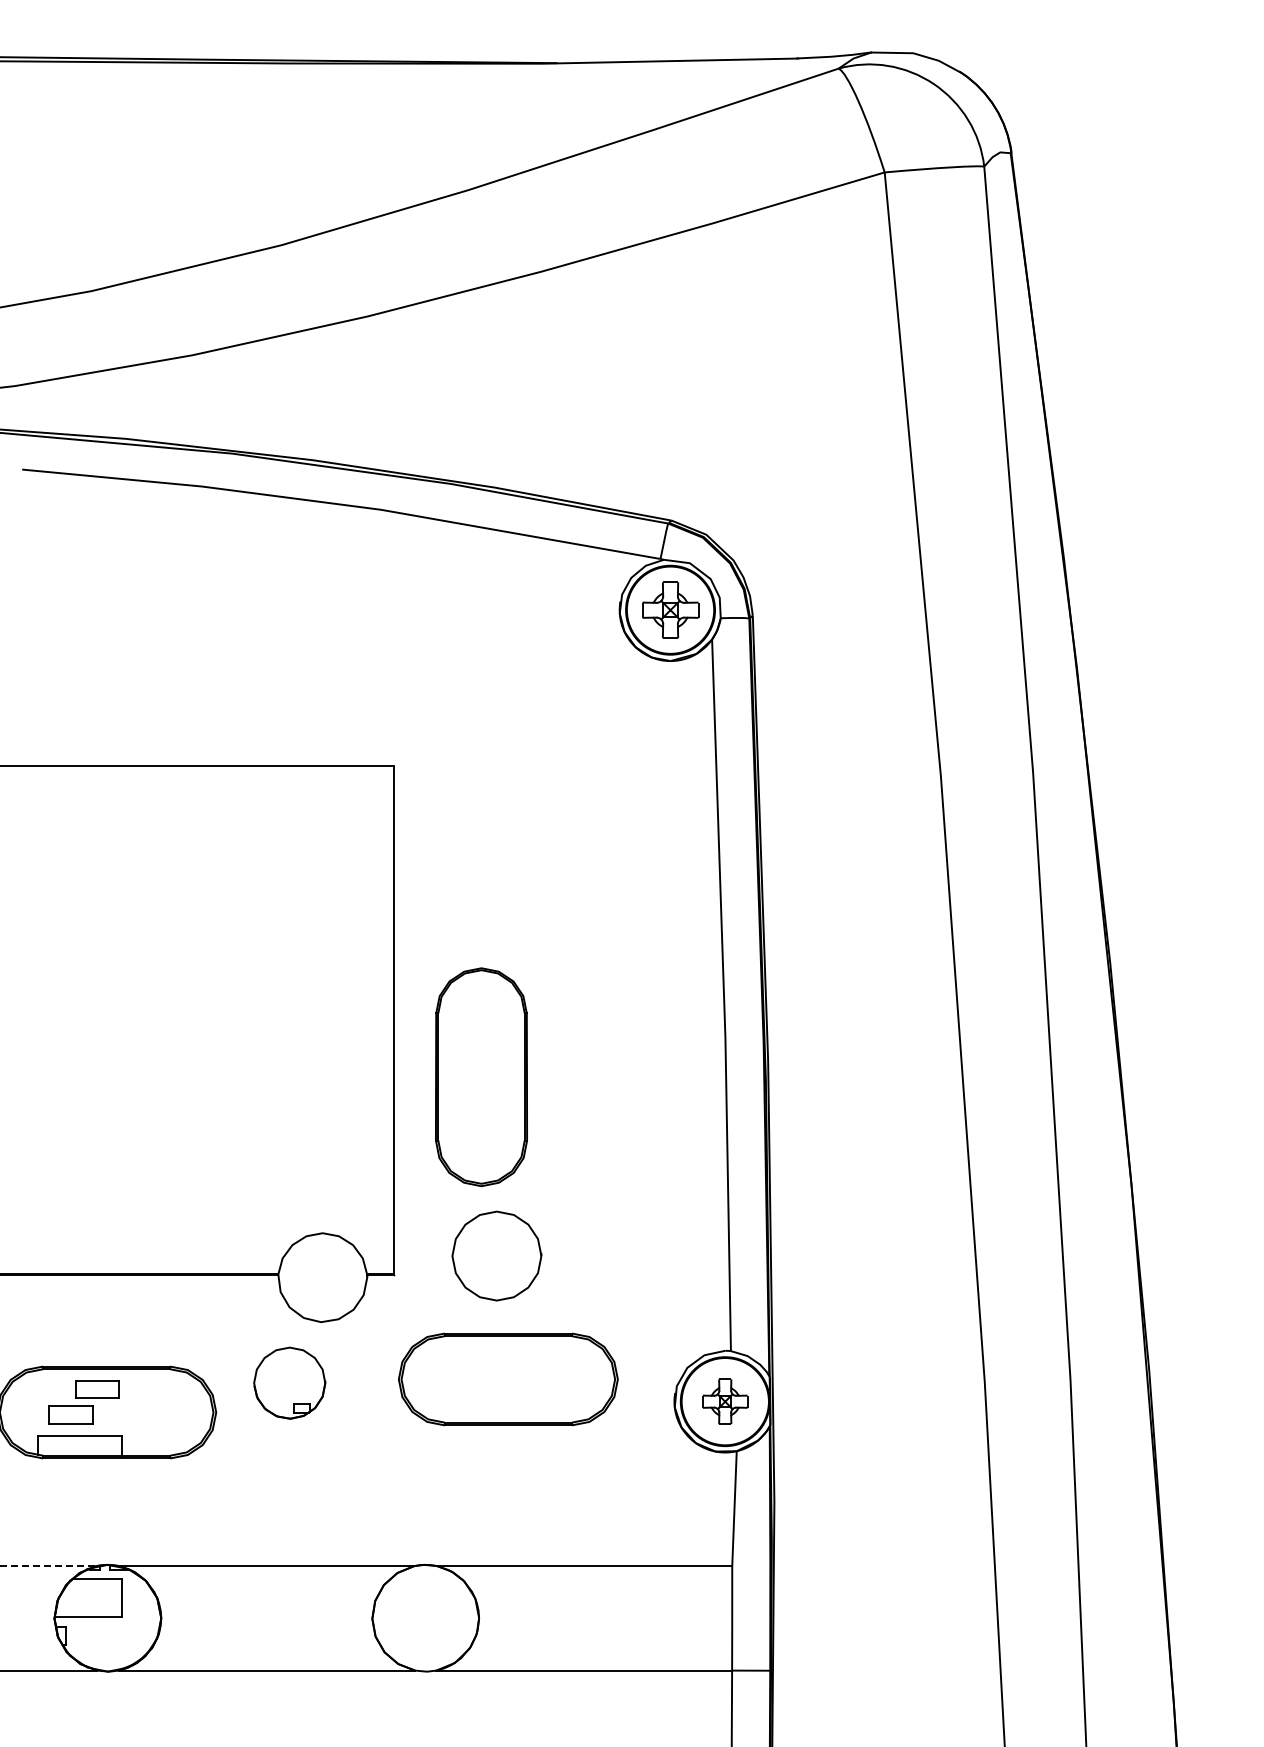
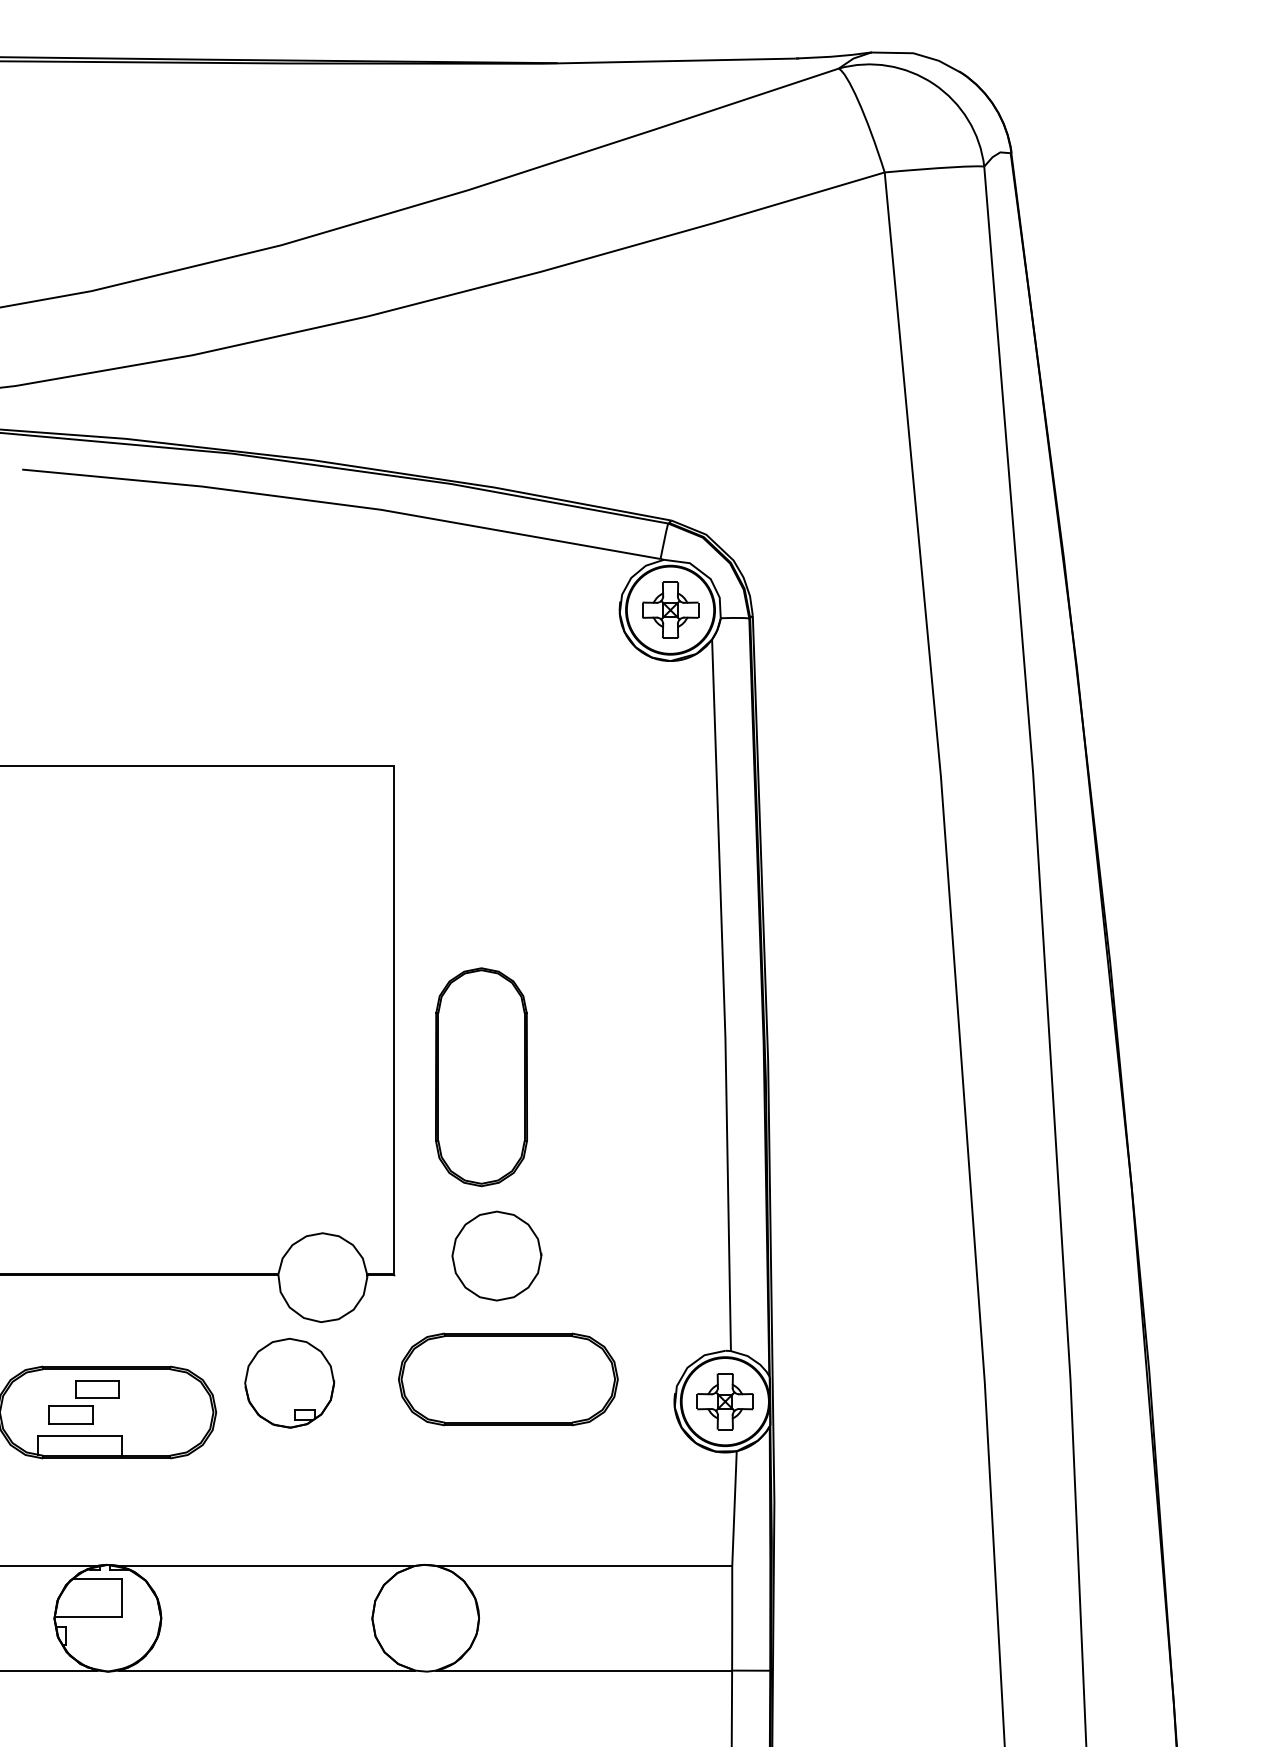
part at (289, 1382) size: 74x74 px -> 92x92 px
part at (725, 1401) size: 47x47 px -> 58x58 px
line at (48, 1566): dashed -> solid
